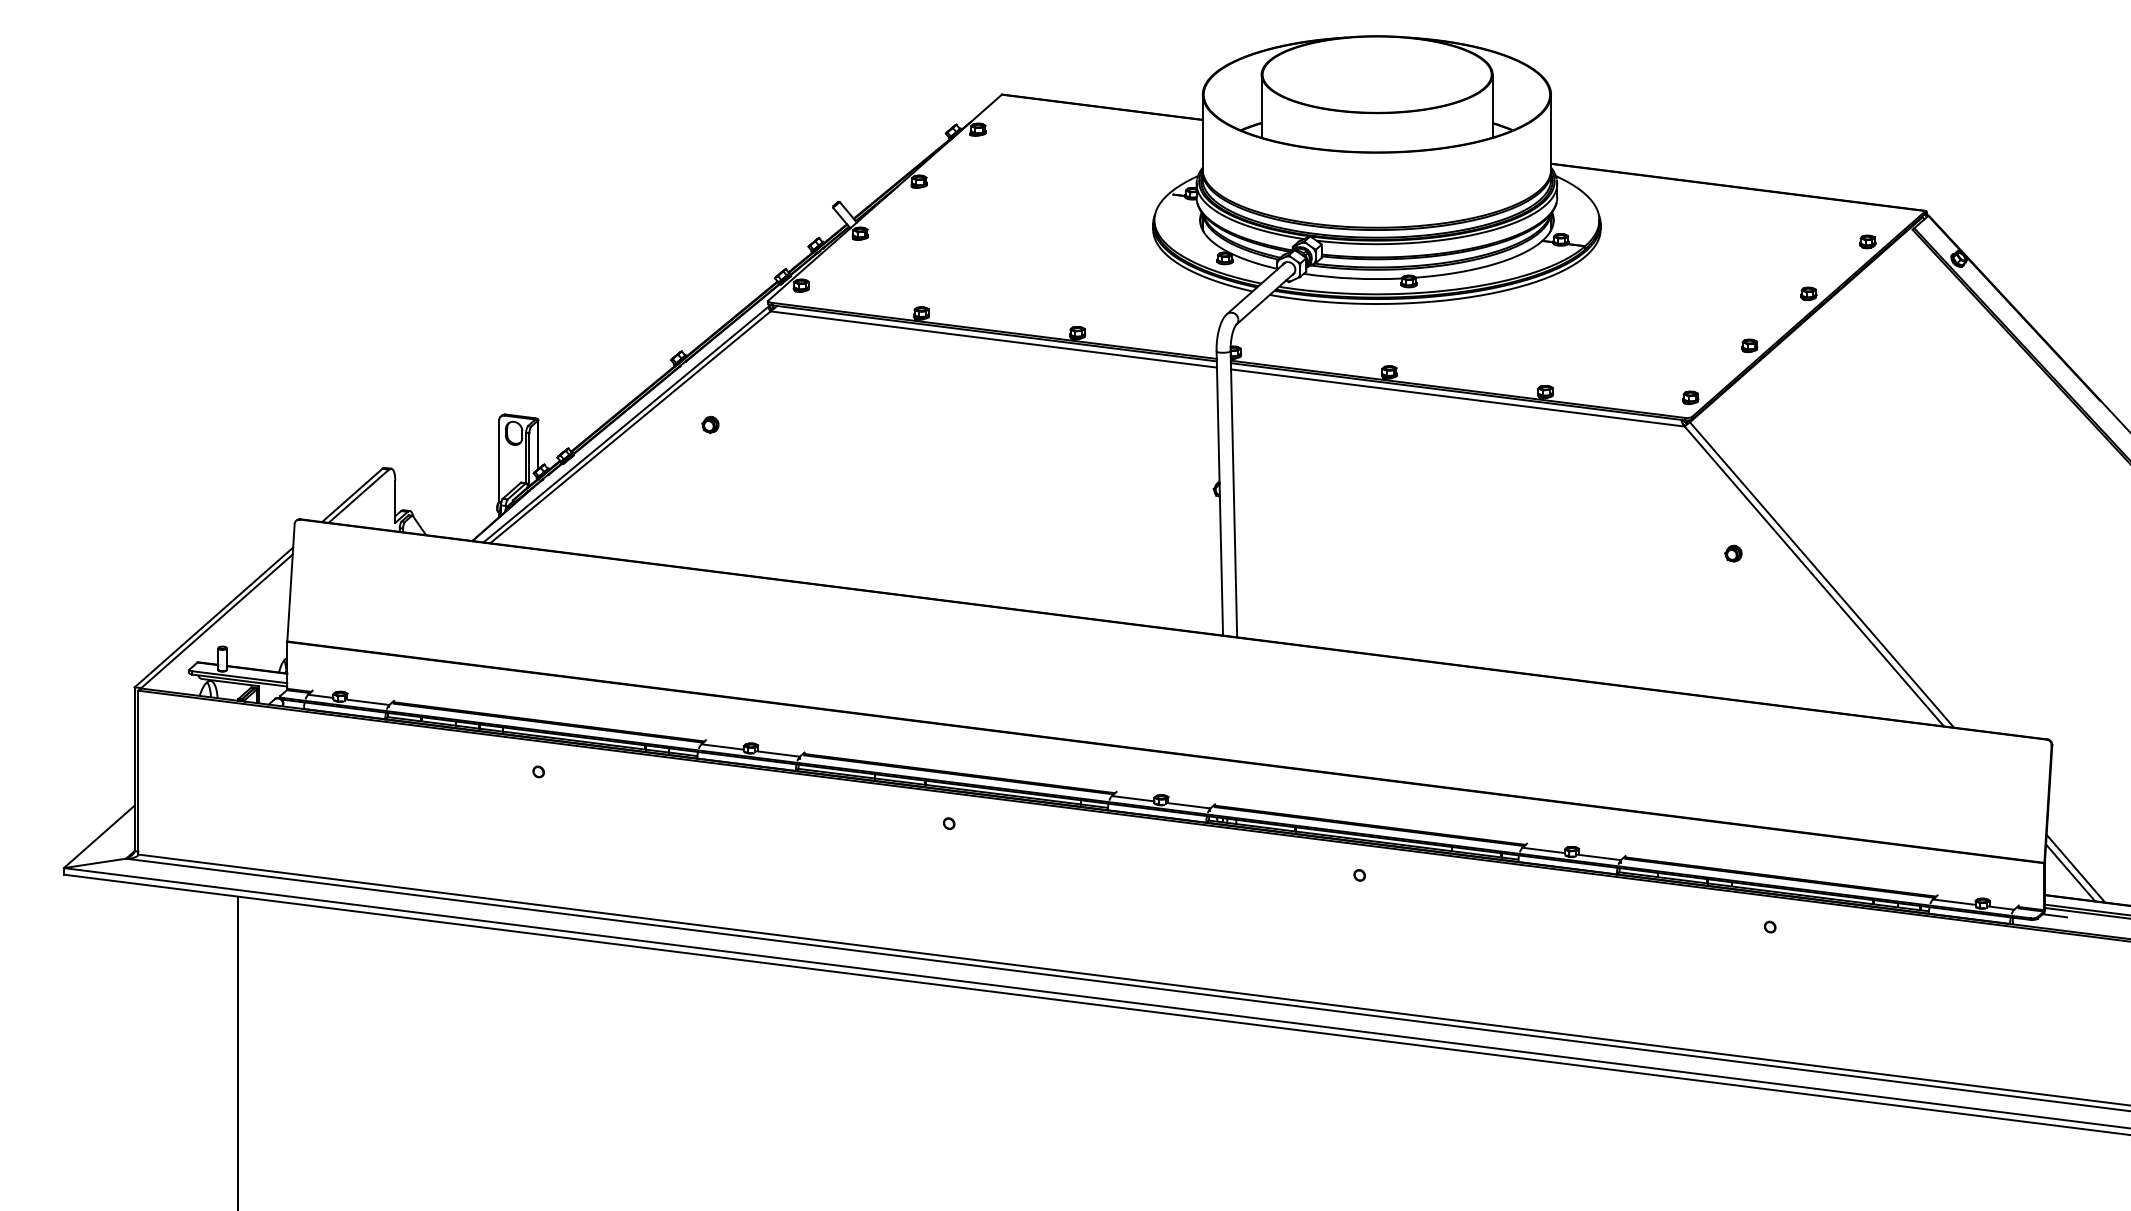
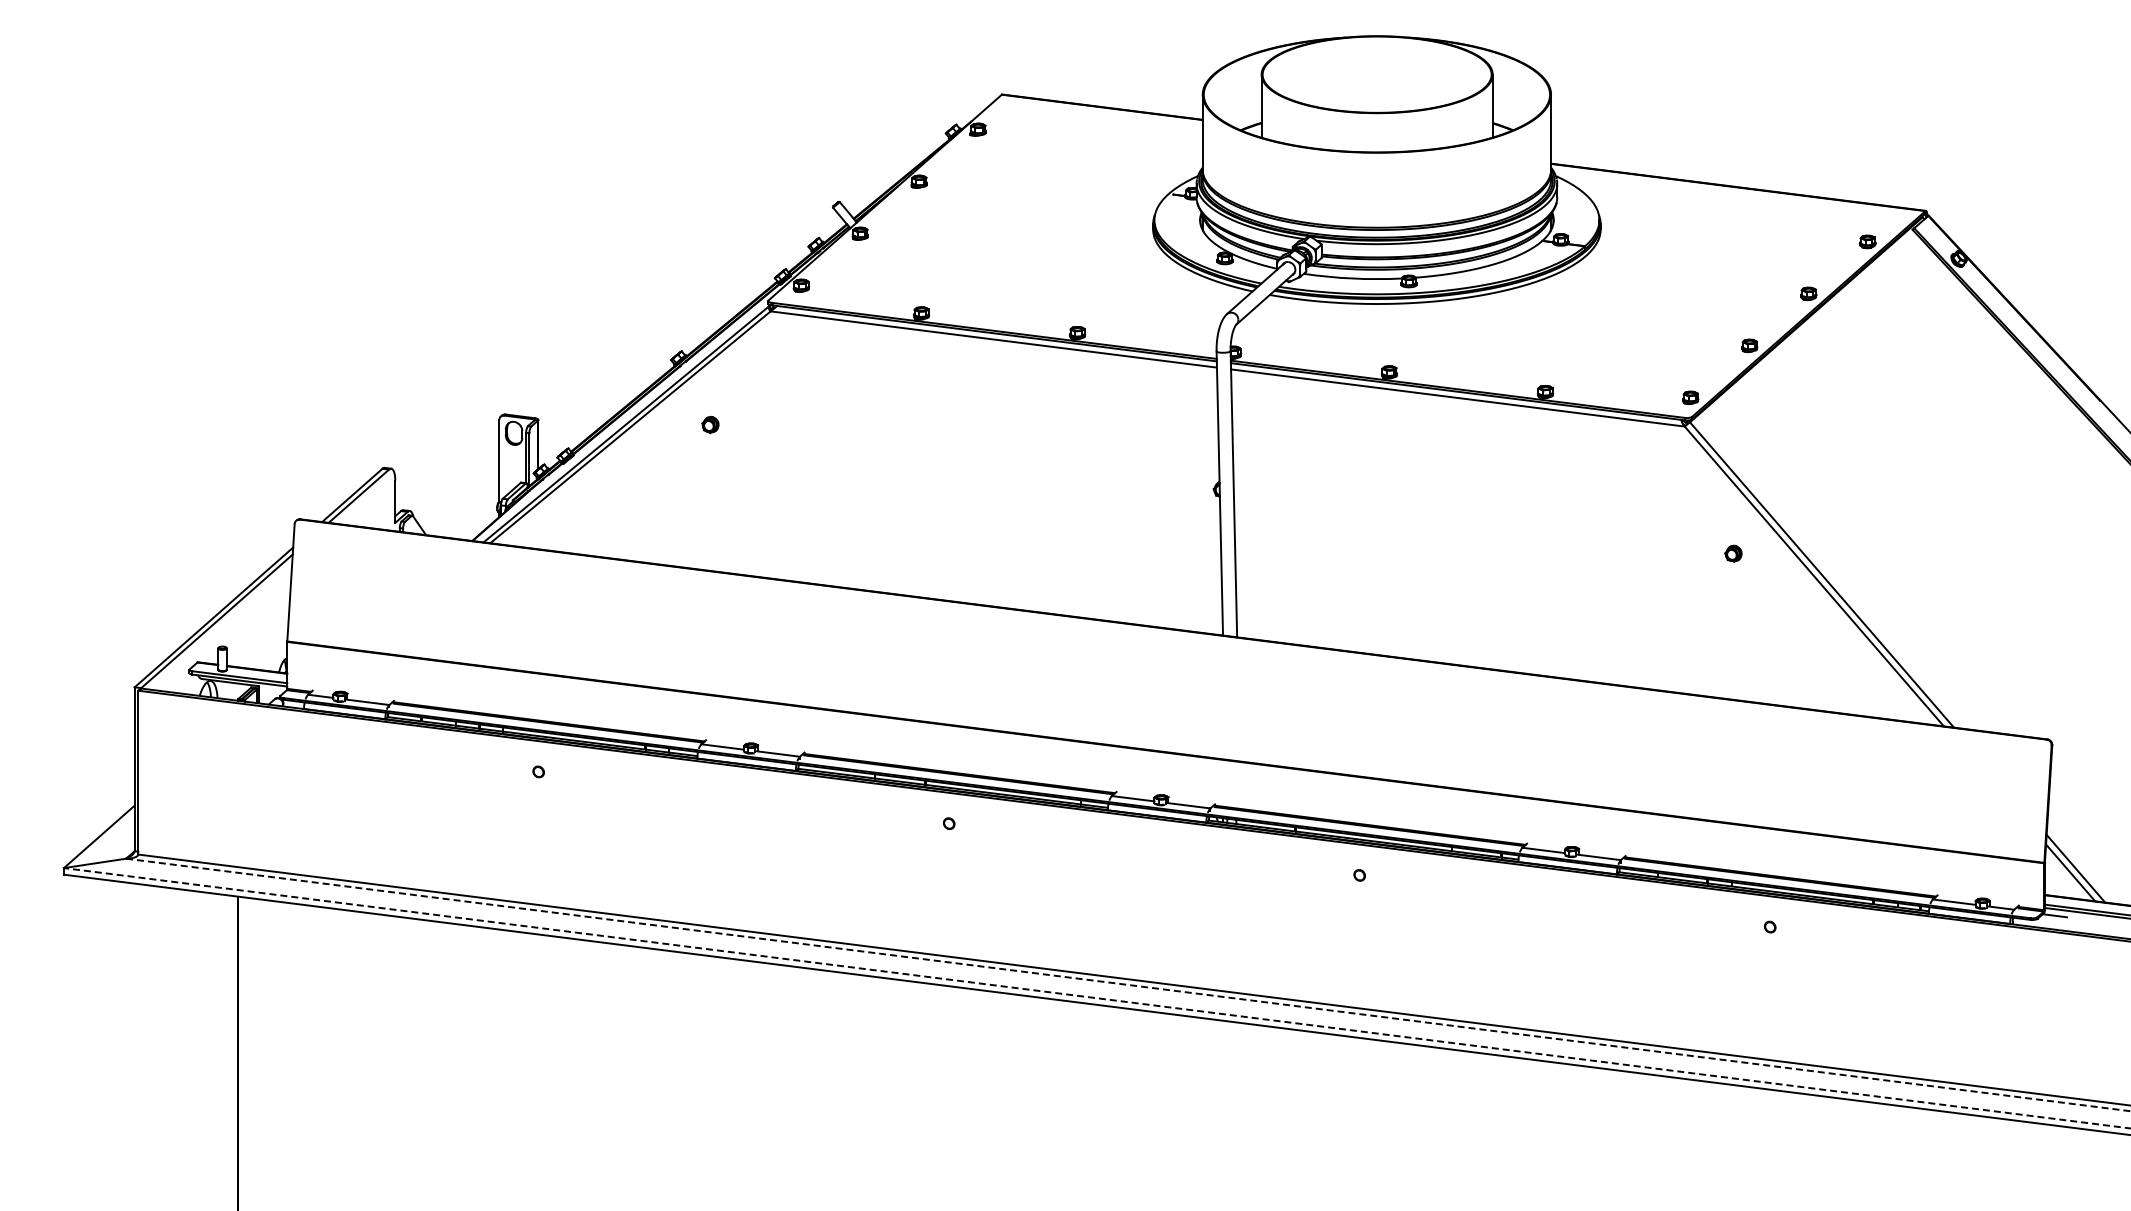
line at (1128, 985): solid -> dashed
line at (1097, 998): solid -> dashed
